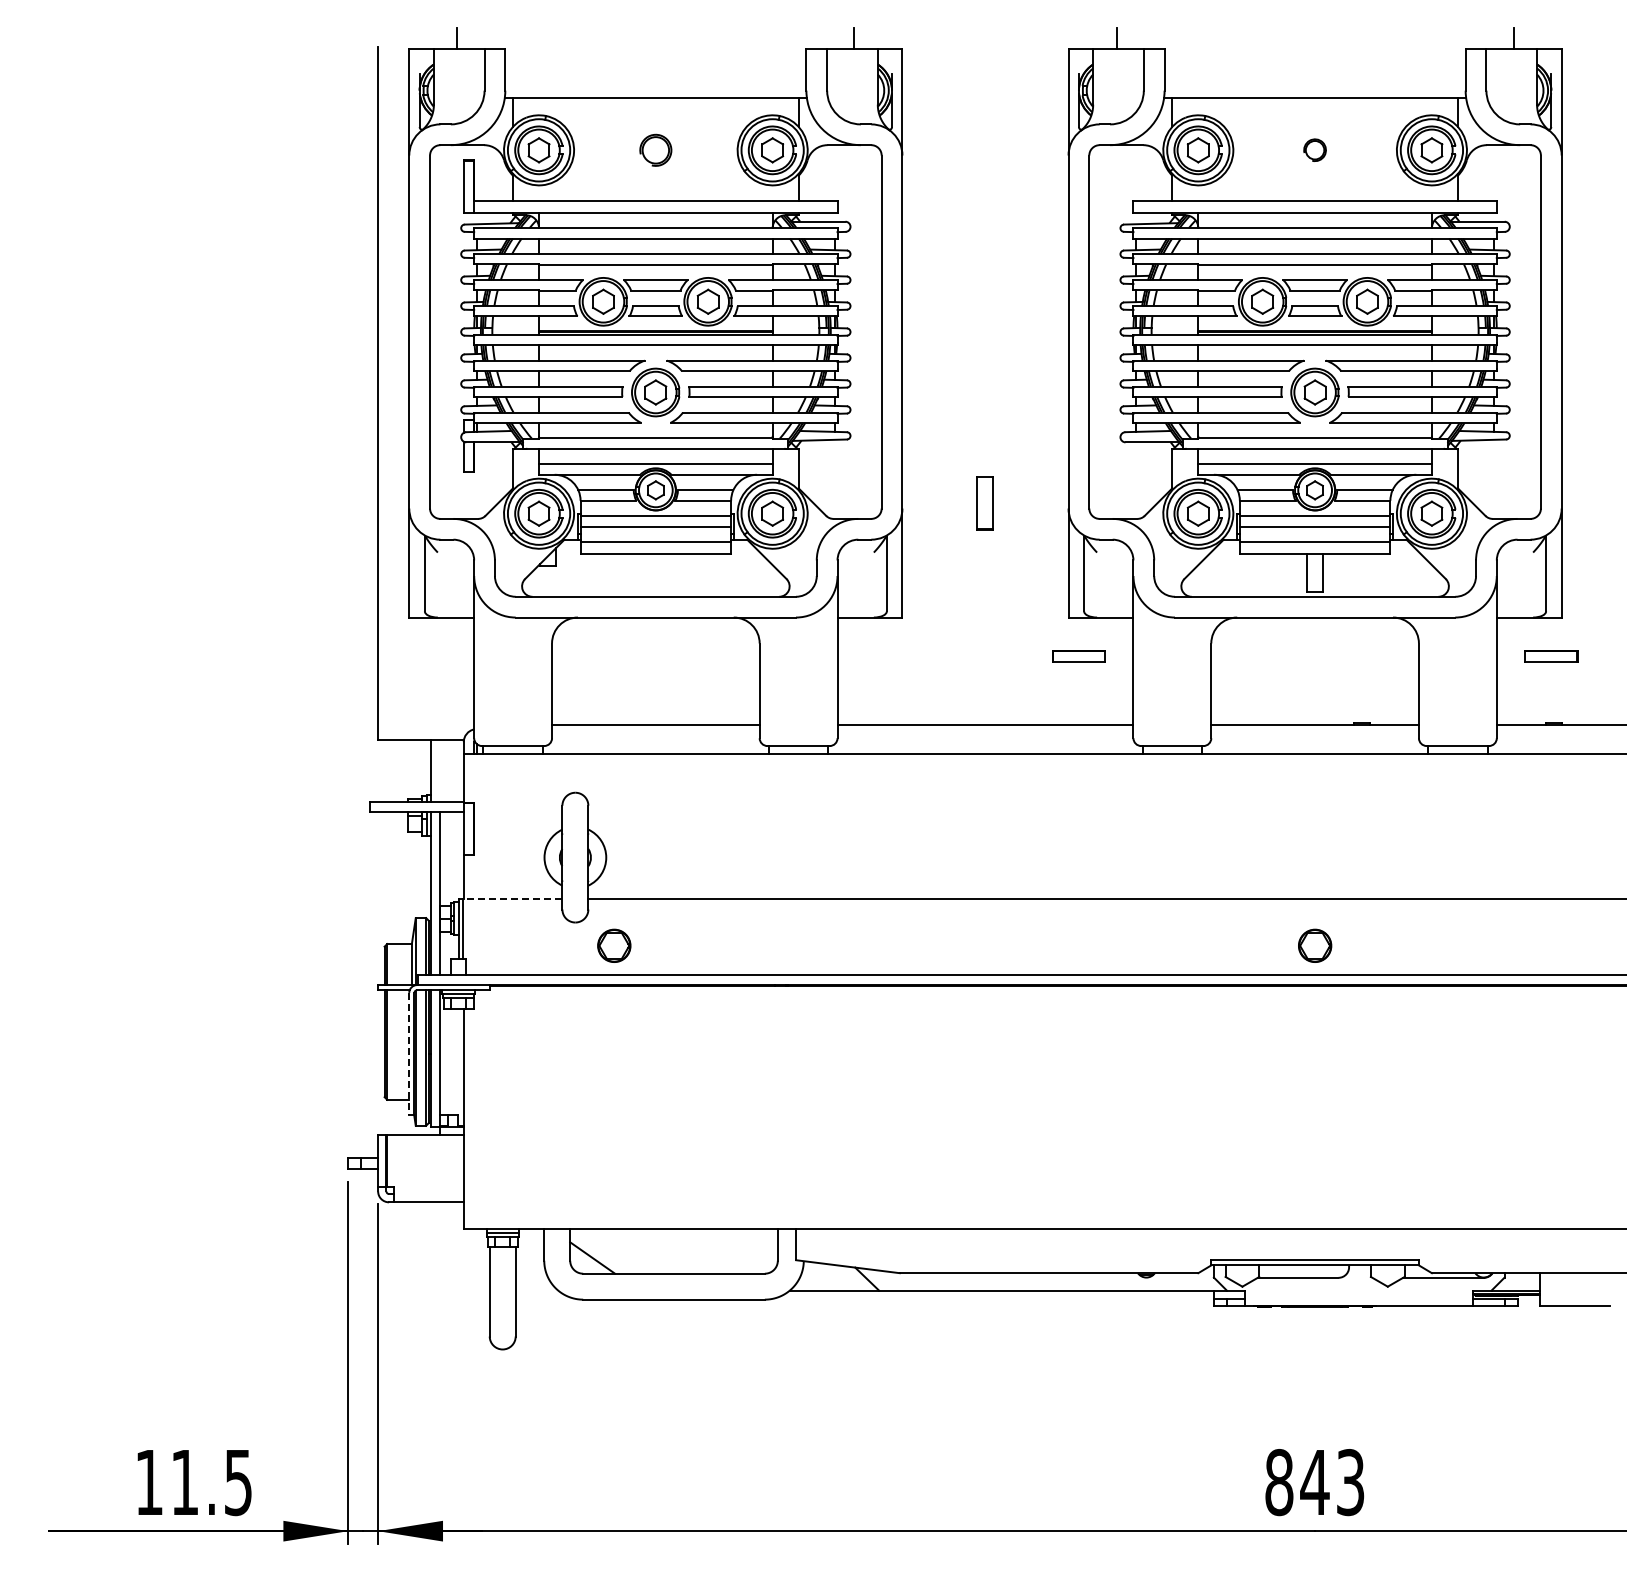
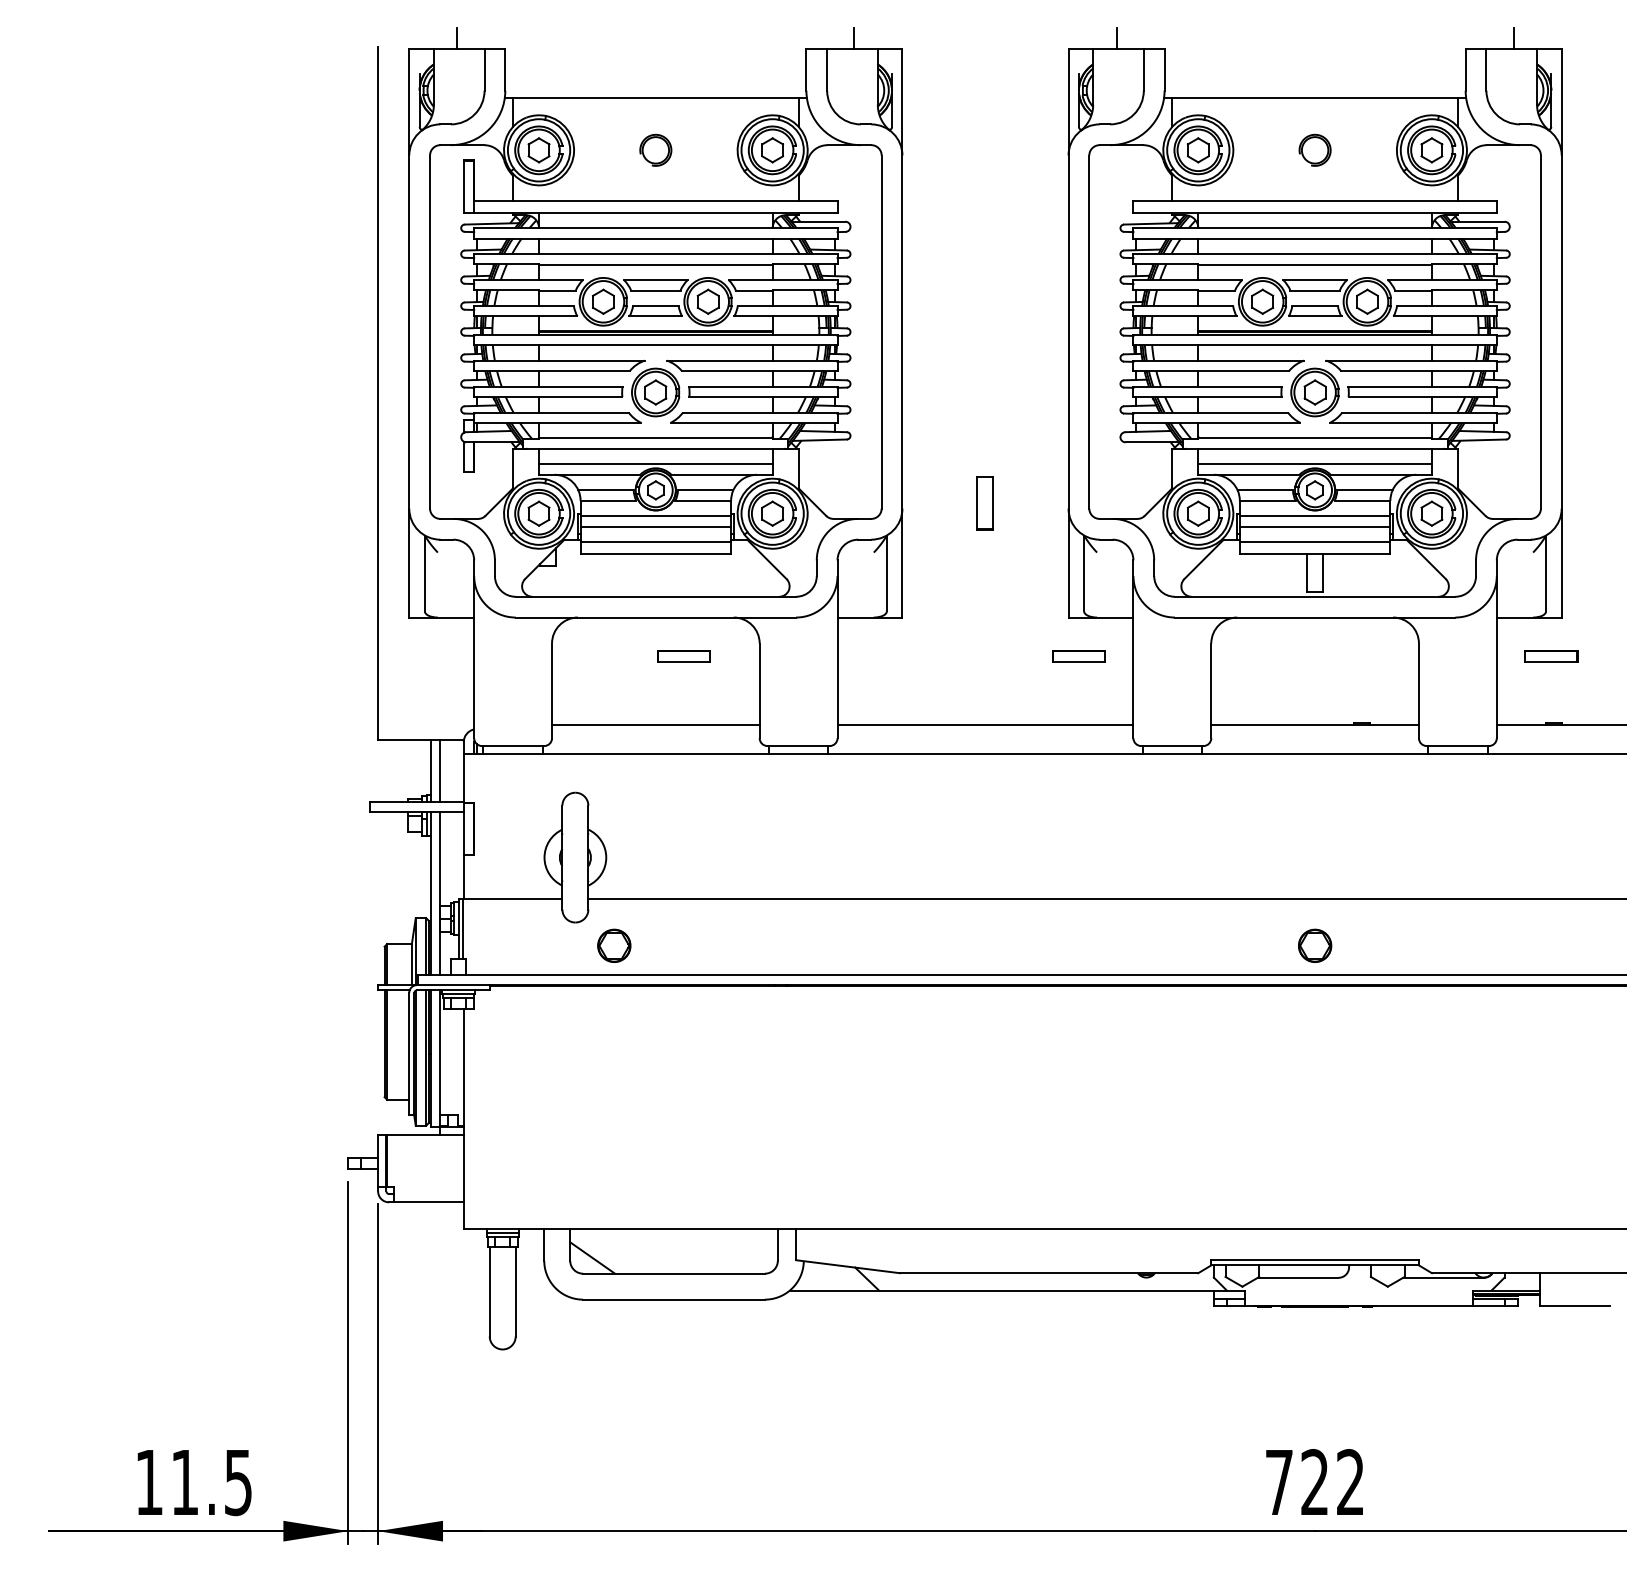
part at (1314, 149) size: 24x24 px -> 34x34 px
part at (683, 656): none -> present
line at (439, 770): none -> present
line at (512, 899): dashed -> solid
line at (409, 1053): dashed -> solid
text at (1314, 1482): 843 -> 722
